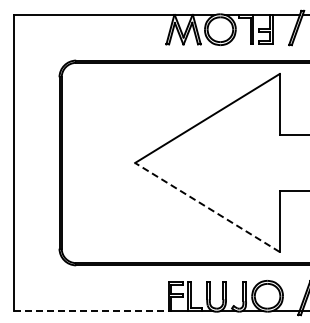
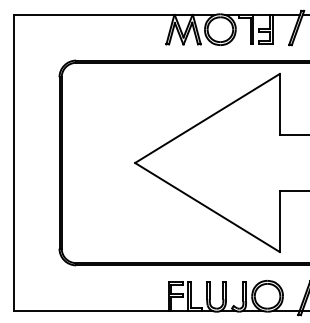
line at (207, 207): dashed -> solid
line at (91, 311): dashed -> solid
